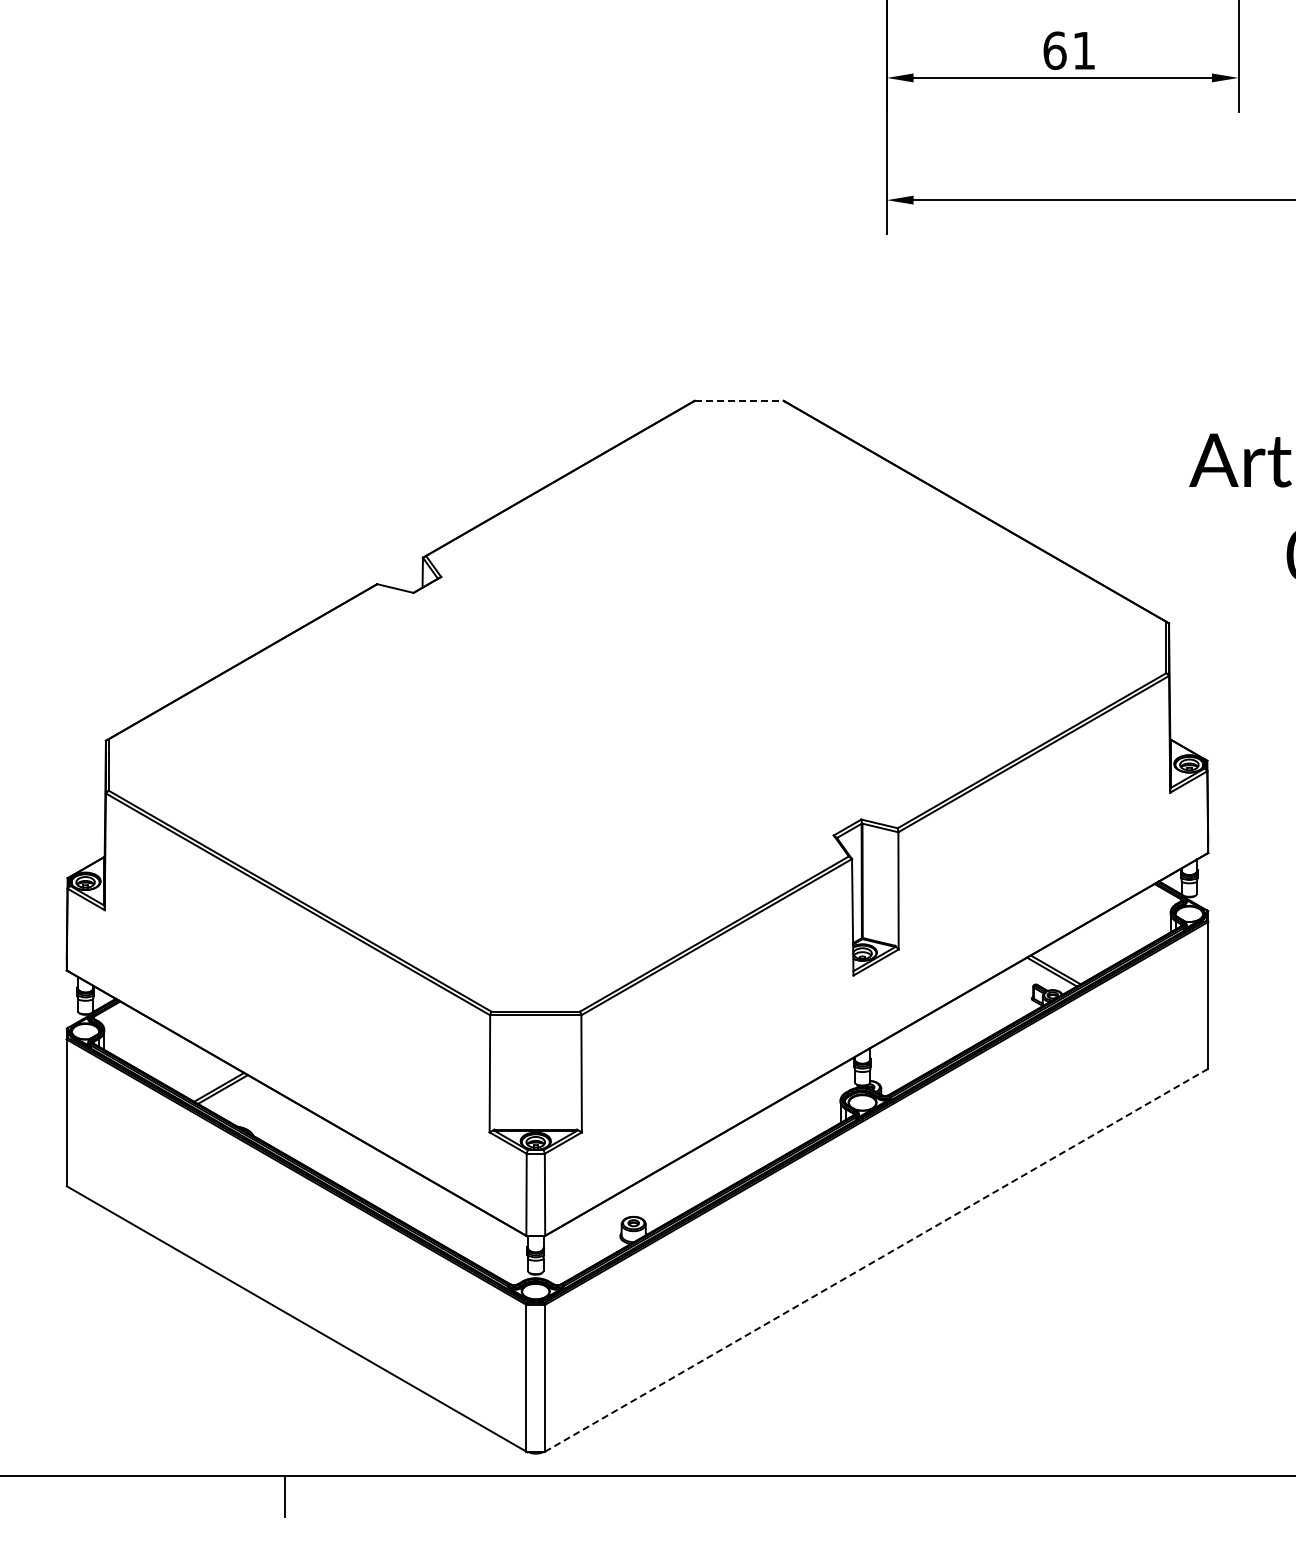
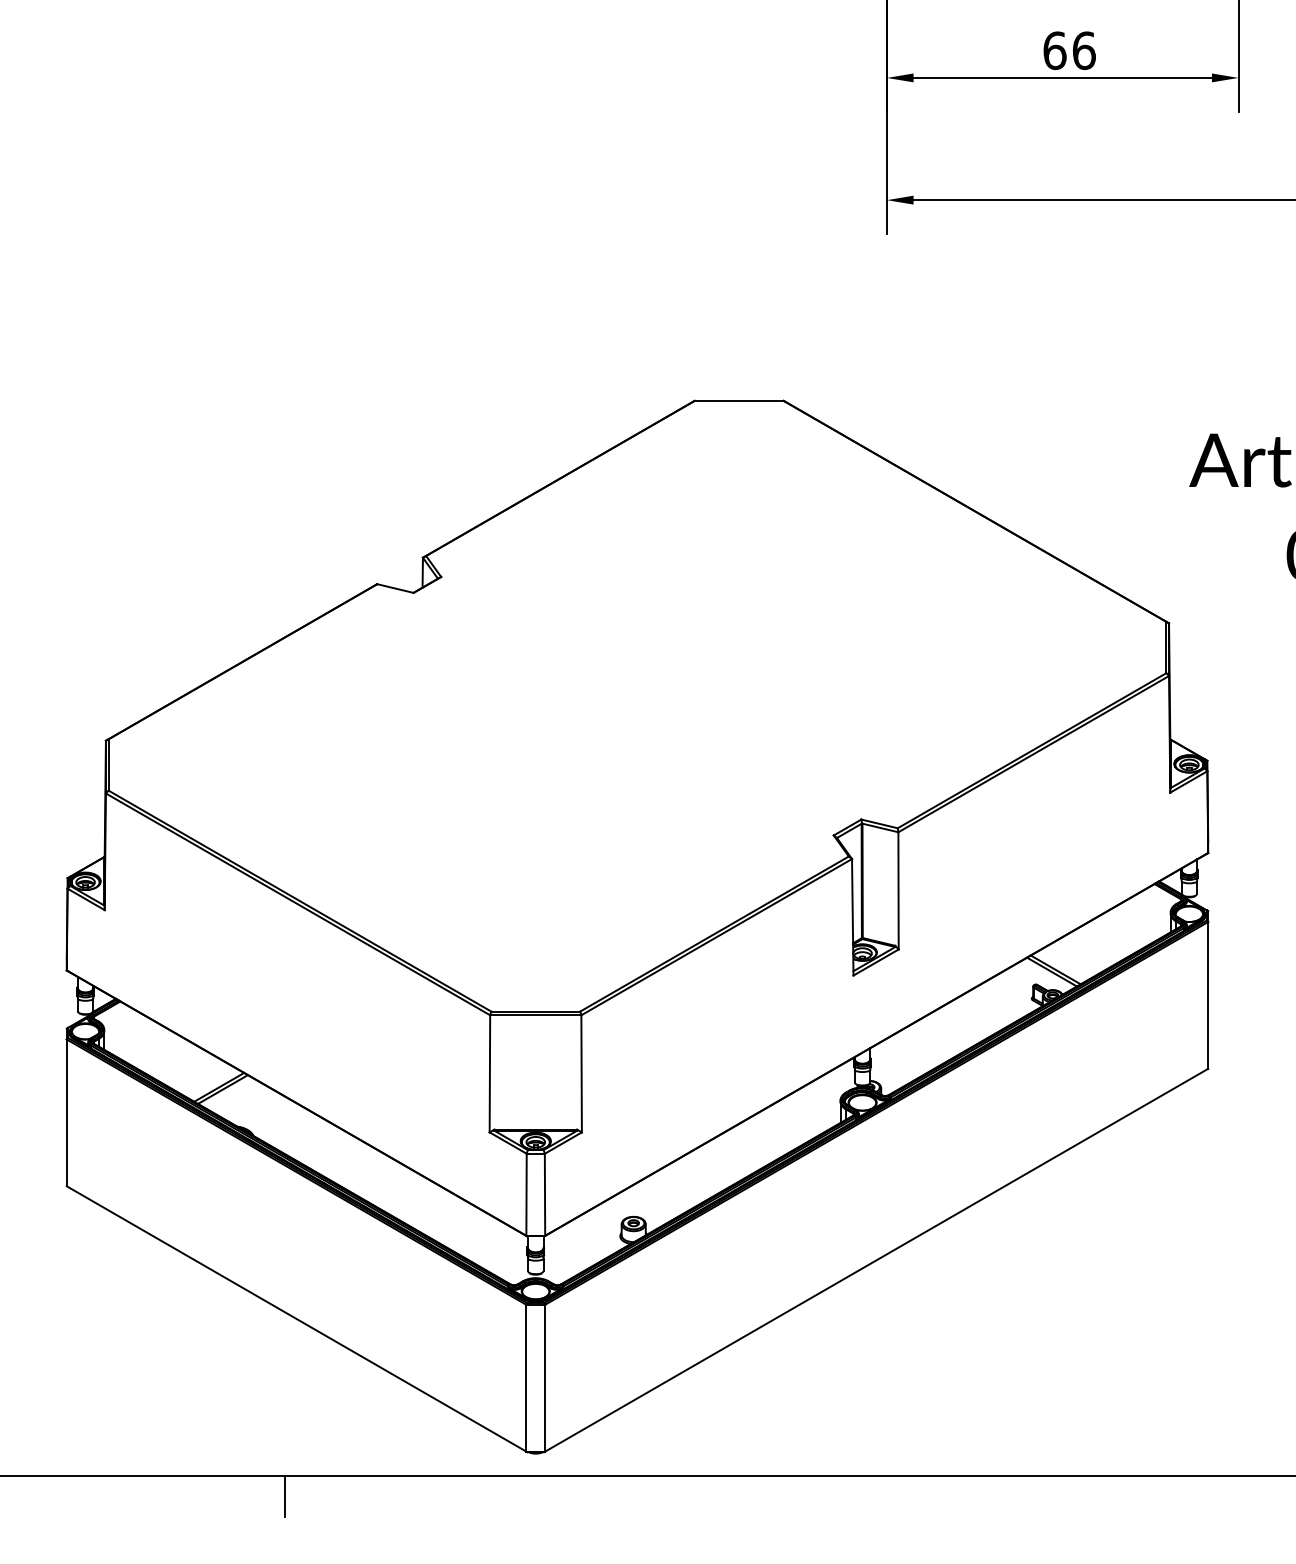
text at (1084, 50): 61 -> 66
line at (739, 400): dashed -> solid
line at (876, 1260): dashed -> solid
